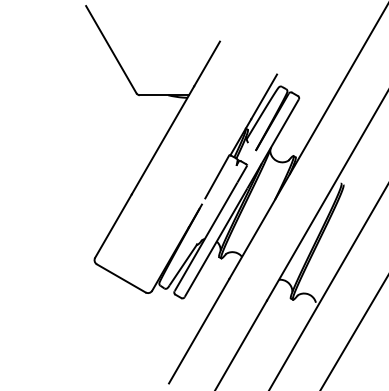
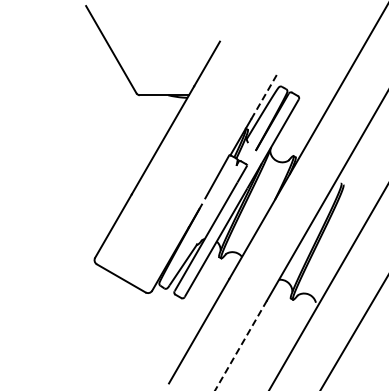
line at (264, 96): solid -> dashed
line at (241, 345): solid -> dashed
